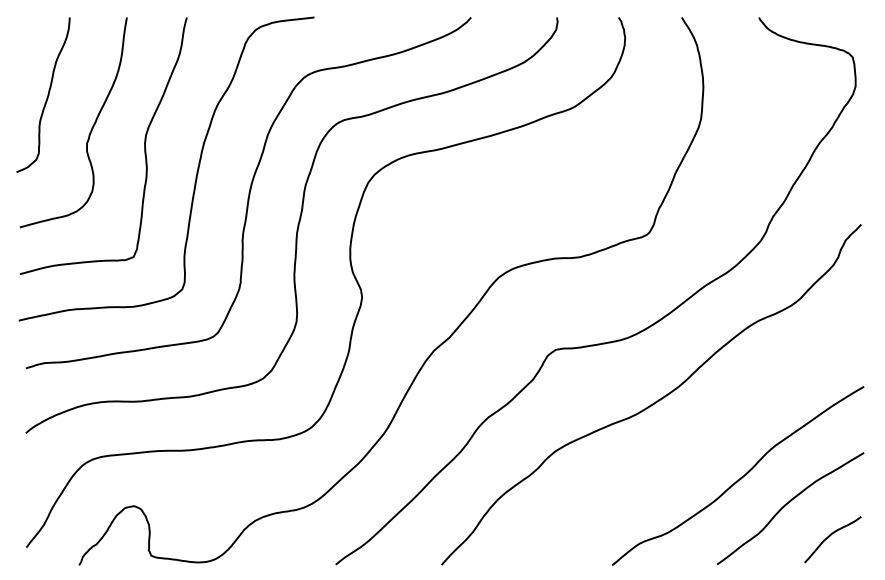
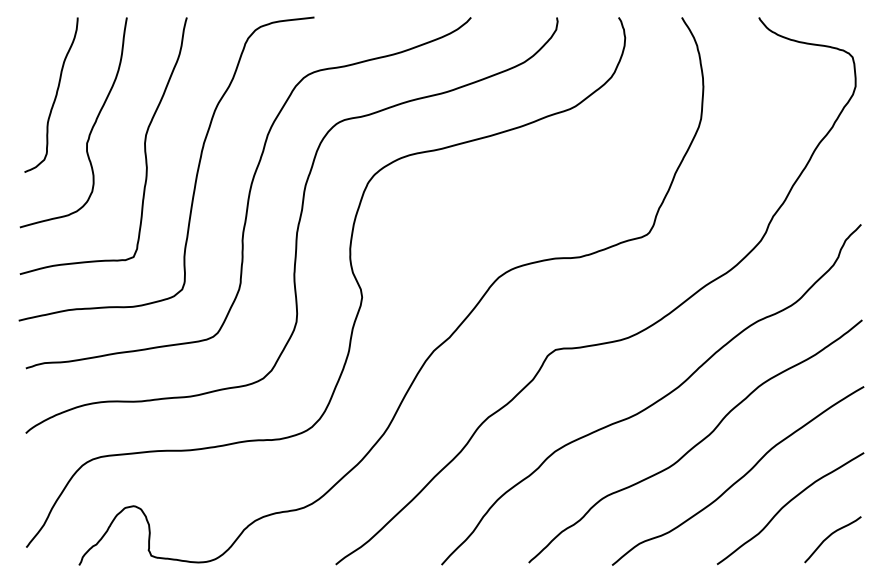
curve at (47, 94) position: (47, 94) -> (55, 94)
curve at (696, 443): none -> present
